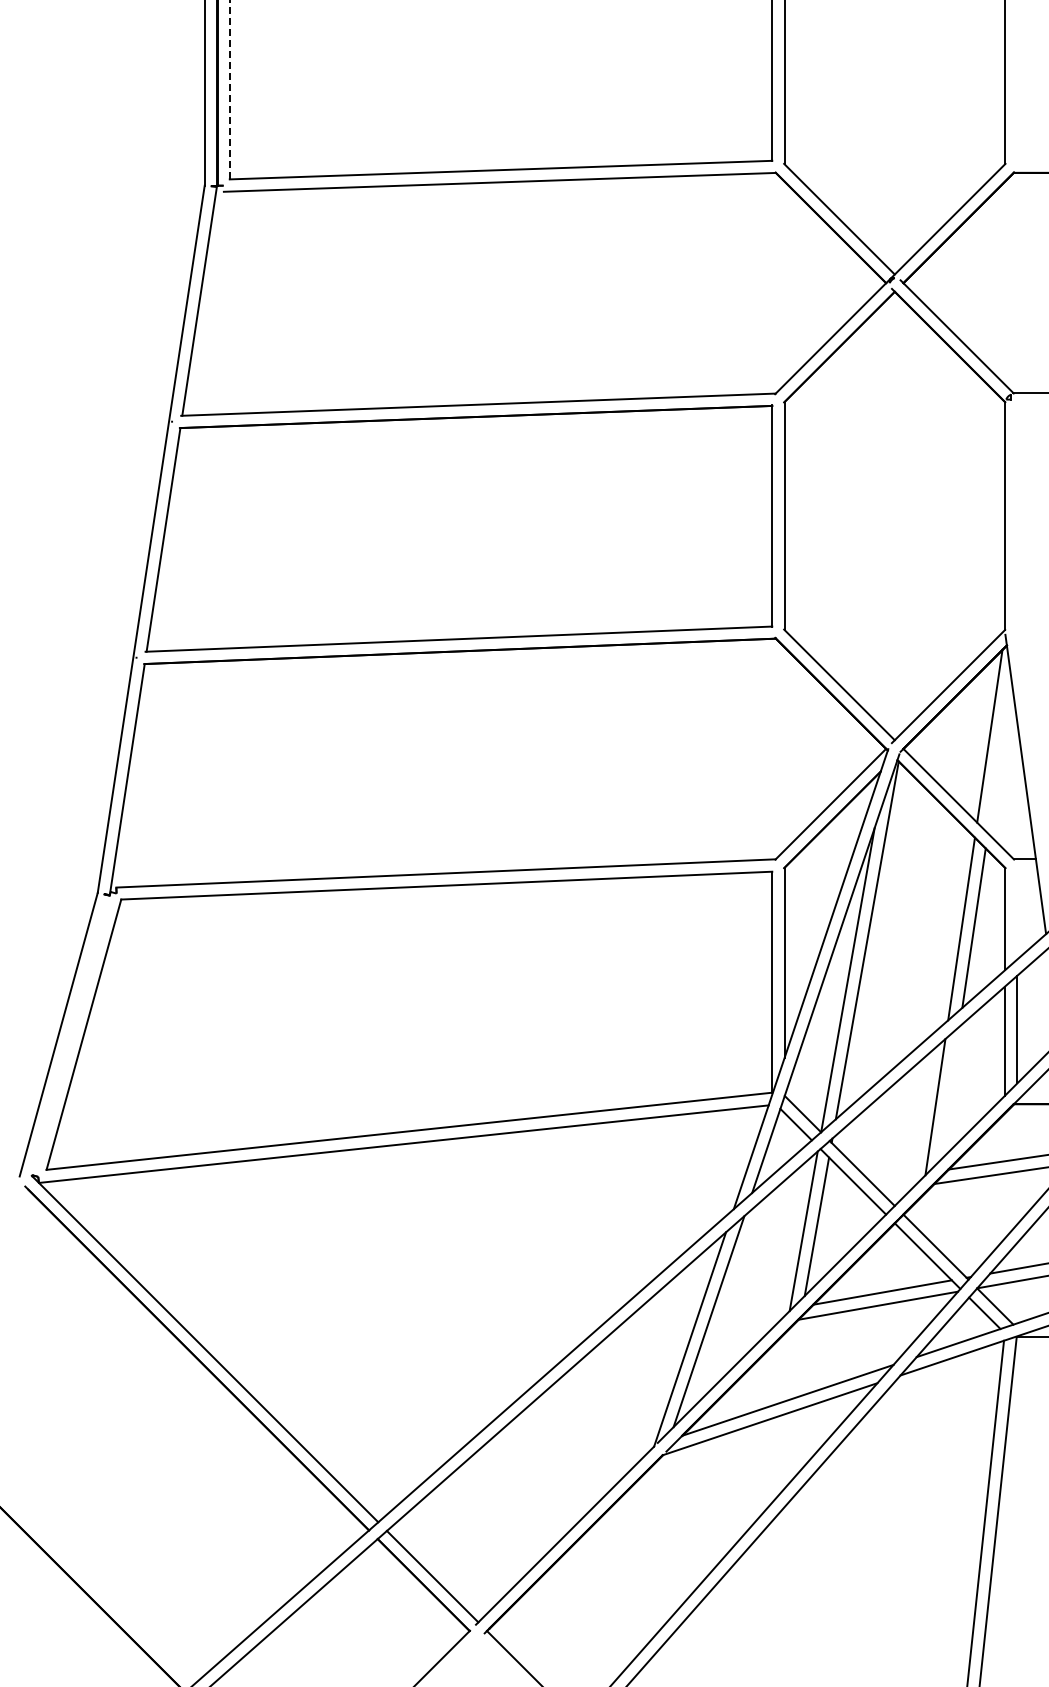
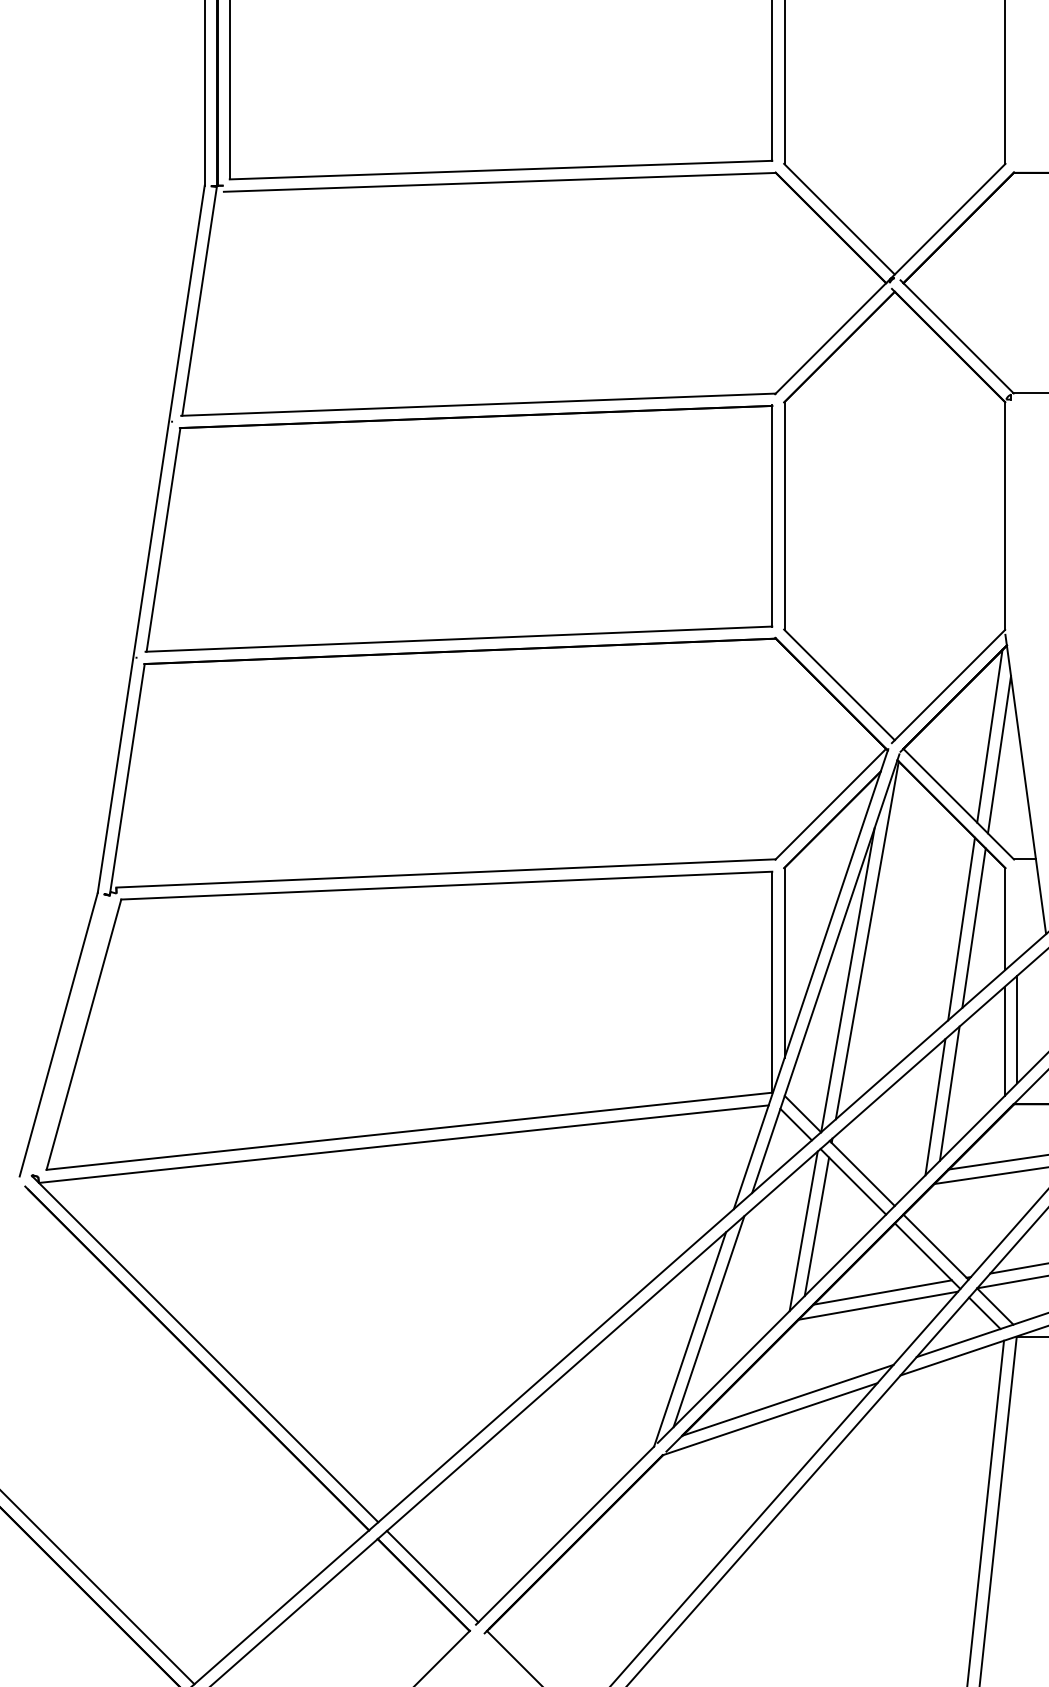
line at (229, 89): dashed -> solid
line at (999, 754): none -> present
line at (949, 1093): none -> present
line at (97, 1587): none -> present
